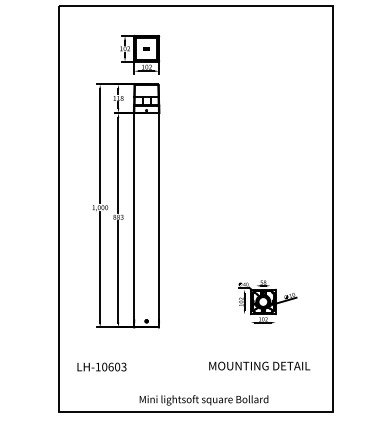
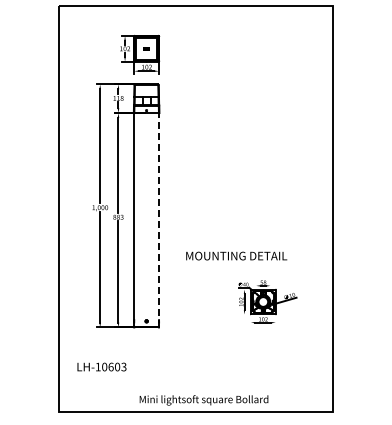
line at (159, 219): solid -> dashed
text at (259, 365) position: (259, 365) -> (236, 255)
